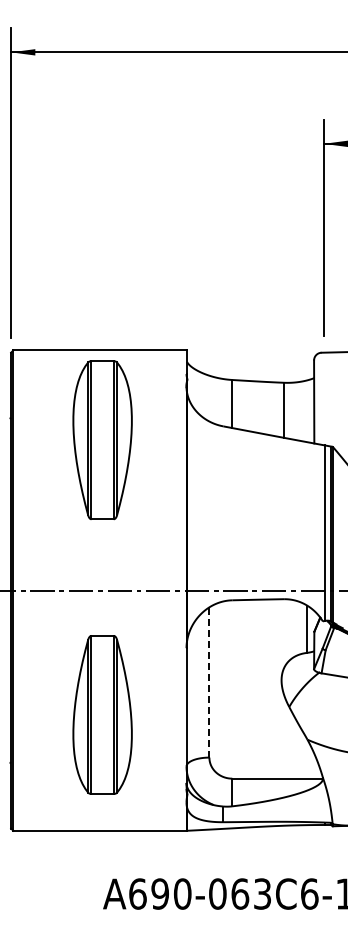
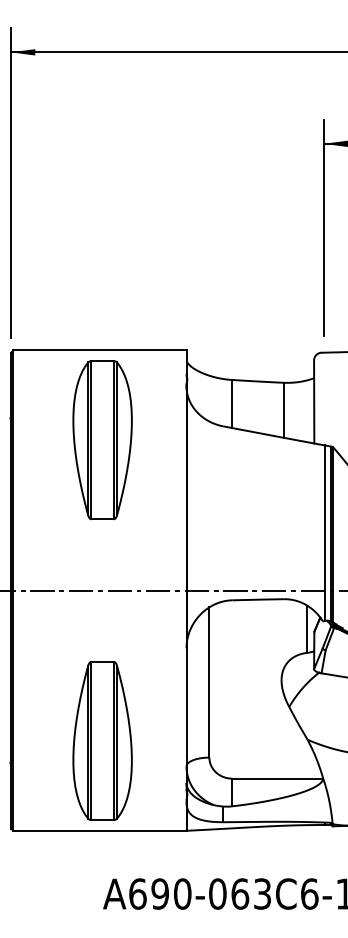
line at (209, 682): dashed -> solid
part at (102, 714) position: (102, 714) -> (102, 740)
